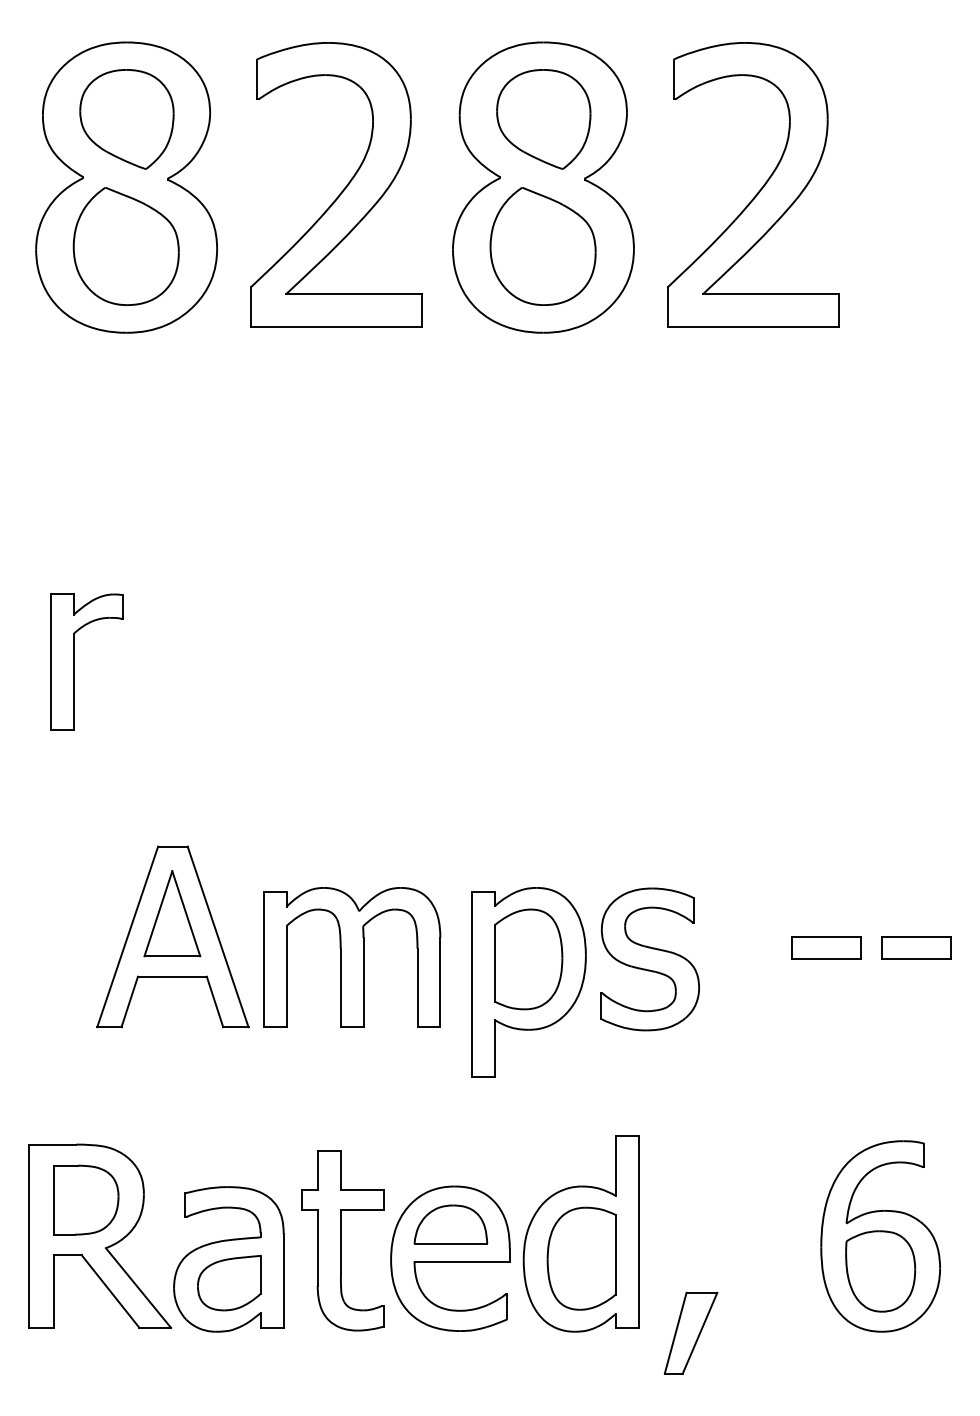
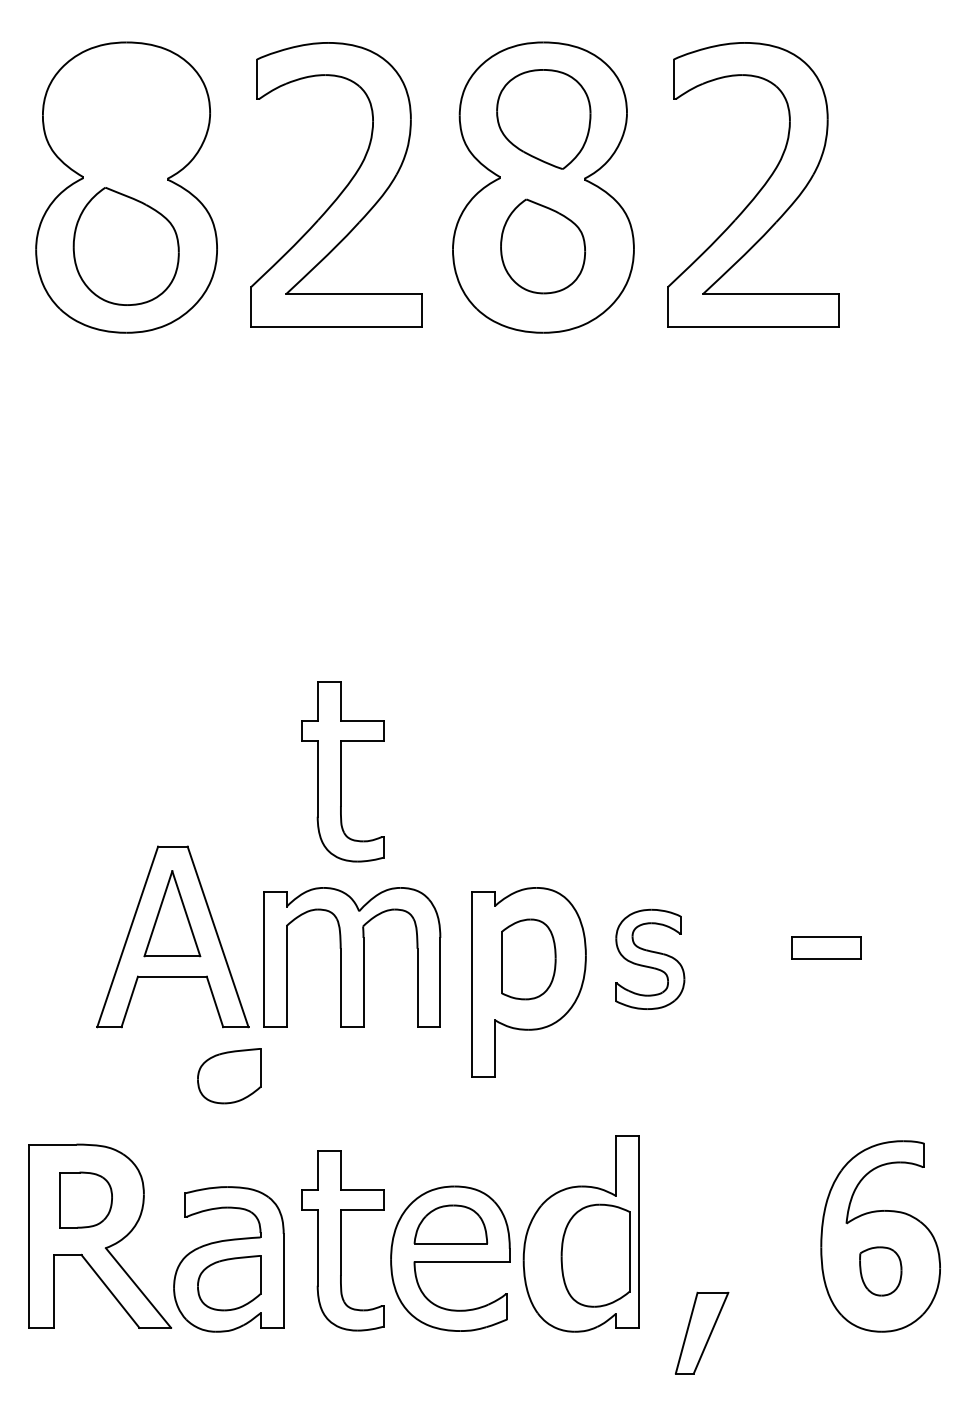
part at (126, 119): present -> none
part at (542, 246) size: 108x119 px -> 86x97 px
part at (74, 661): present -> none
part at (342, 771): none -> present
part at (916, 947): present -> none
part at (528, 959) size: 70x103 px -> 56x83 px
part at (649, 959) size: 100x145 px -> 71x102 px
part at (229, 1076): none -> present
part at (86, 1199) size: 67x72 px -> 54x58 px
part at (581, 1258) position: (581, 1258) -> (595, 1255)
part at (880, 1271) size: 72x83 px -> 44x51 px
part at (690, 1332) position: (690, 1332) -> (701, 1332)
